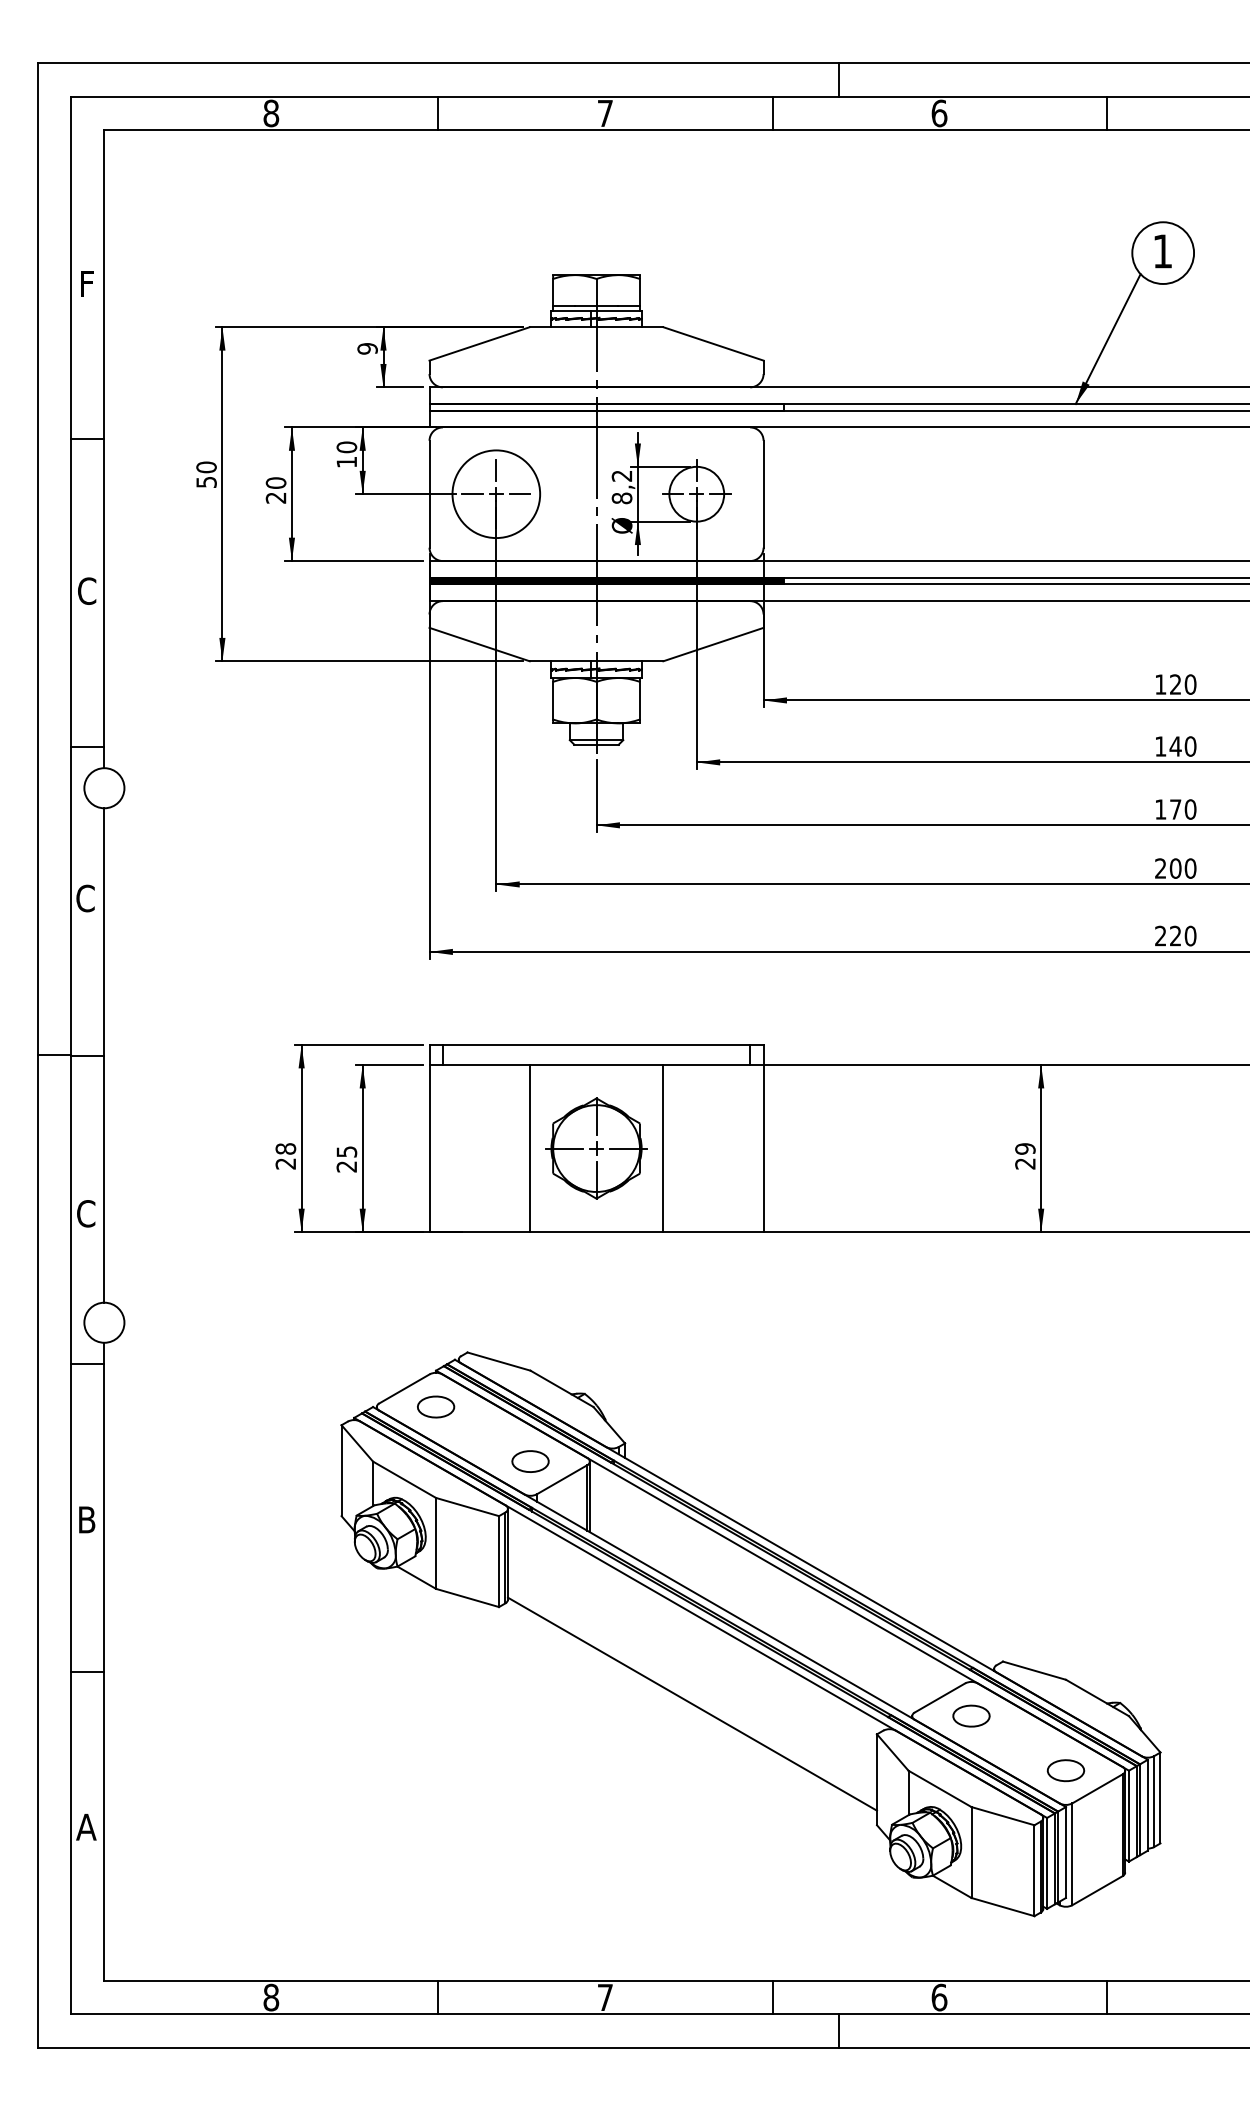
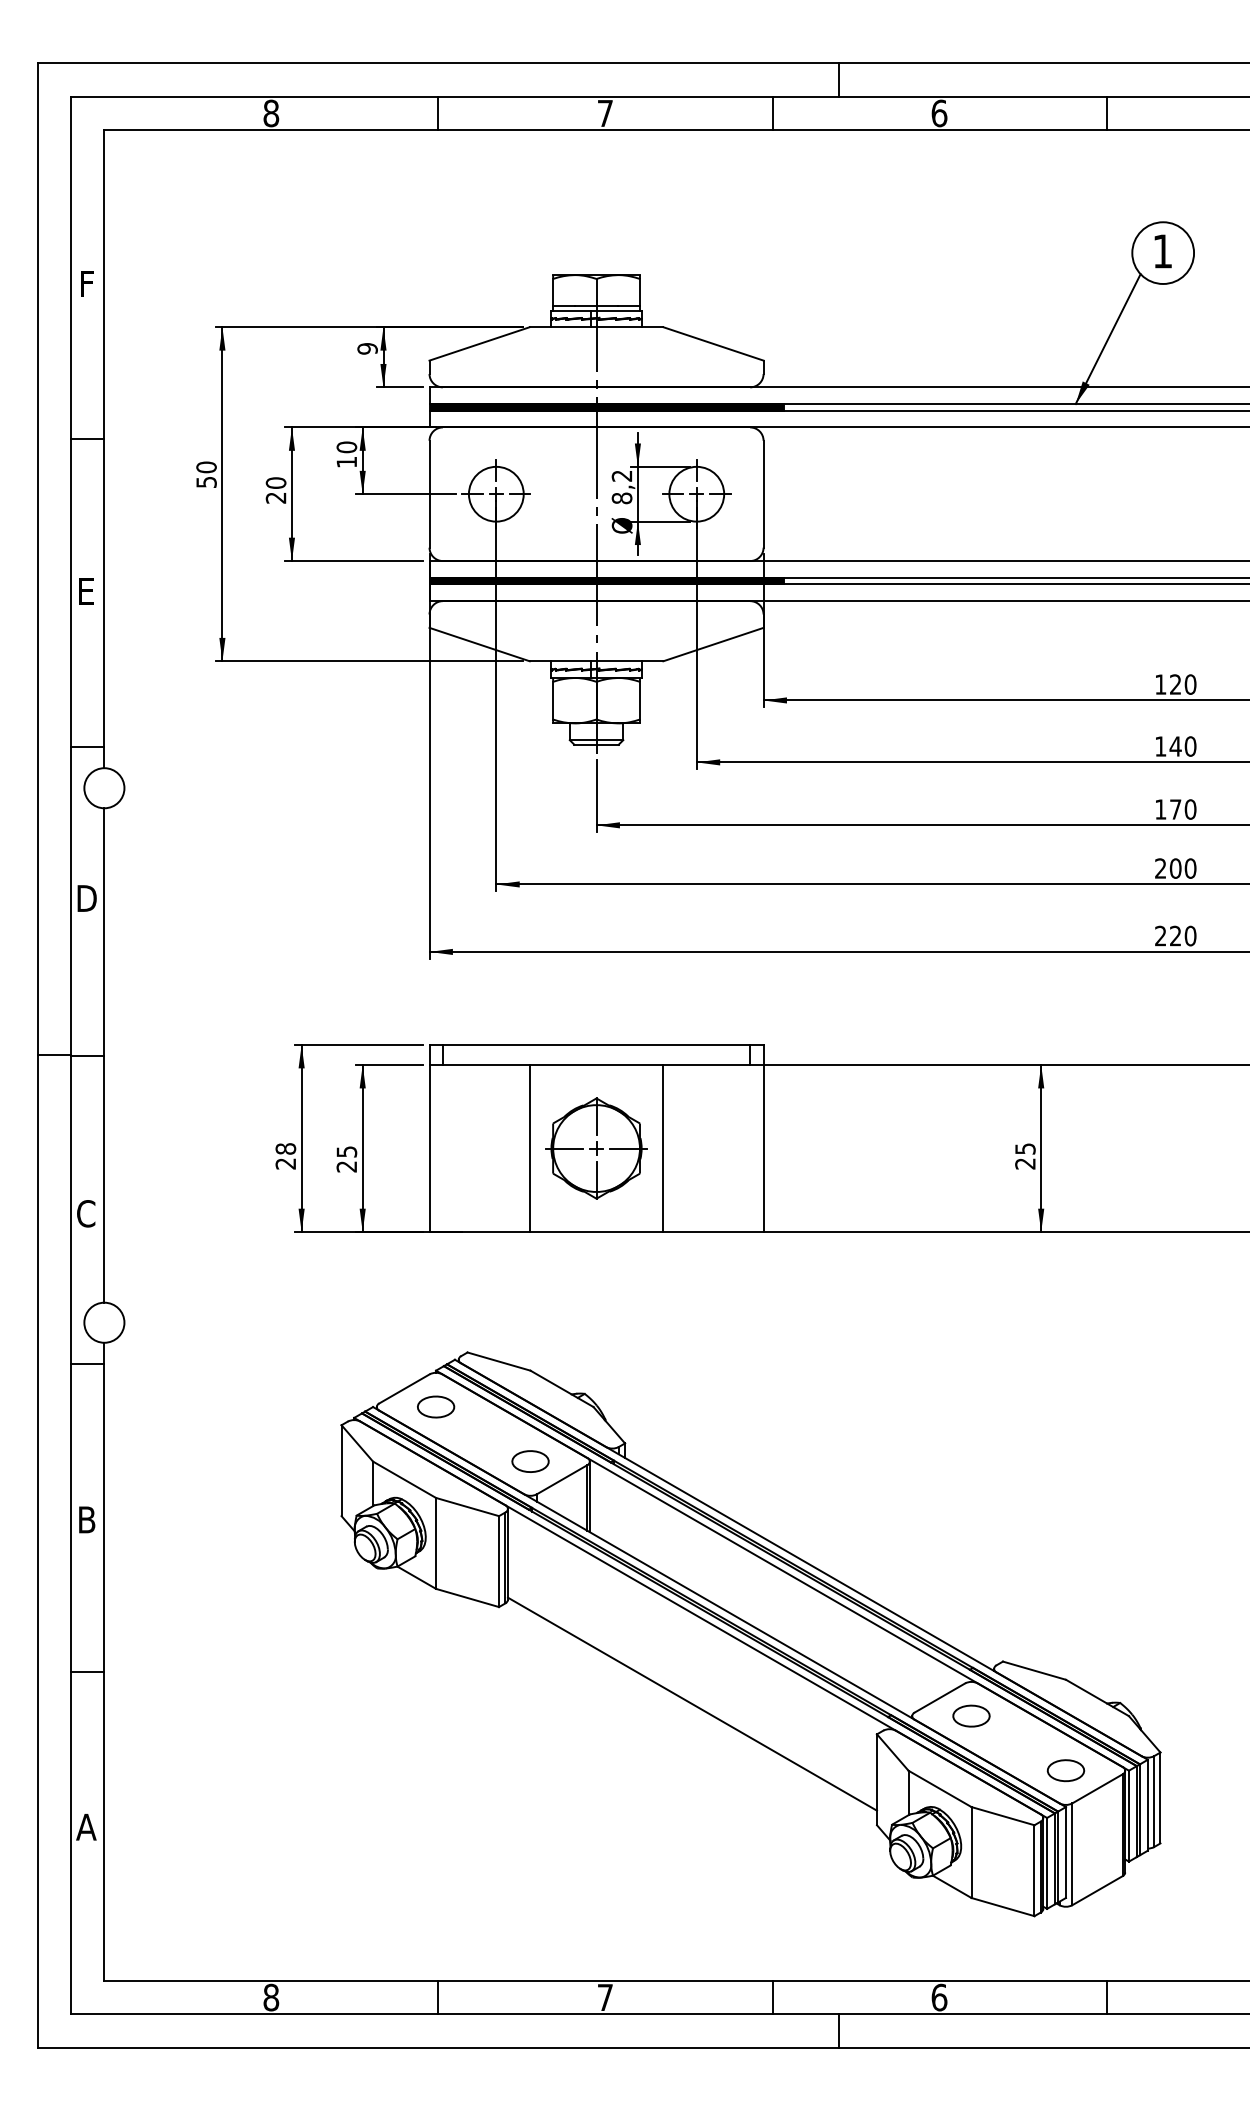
fill at (606, 407): none -> present
circle at (496, 494) diameter: 88 px -> 55 px
text at (87, 590): C -> E
text at (86, 898): C -> D
text at (1025, 1148): 29 -> 25
